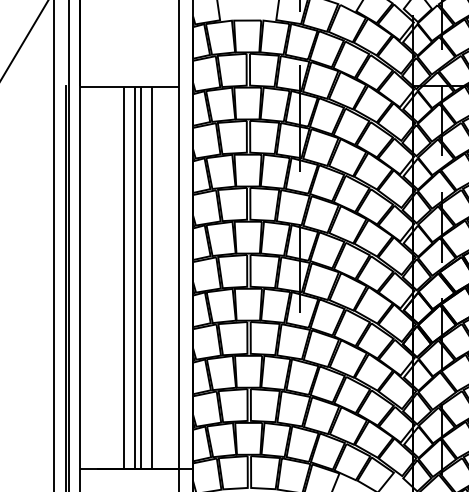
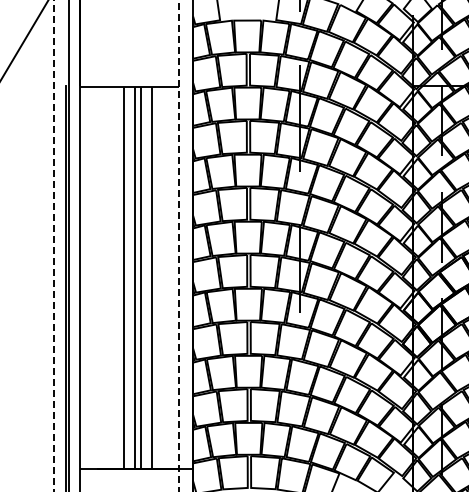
line at (54, 245): solid -> dashed
line at (178, 246): solid -> dashed
